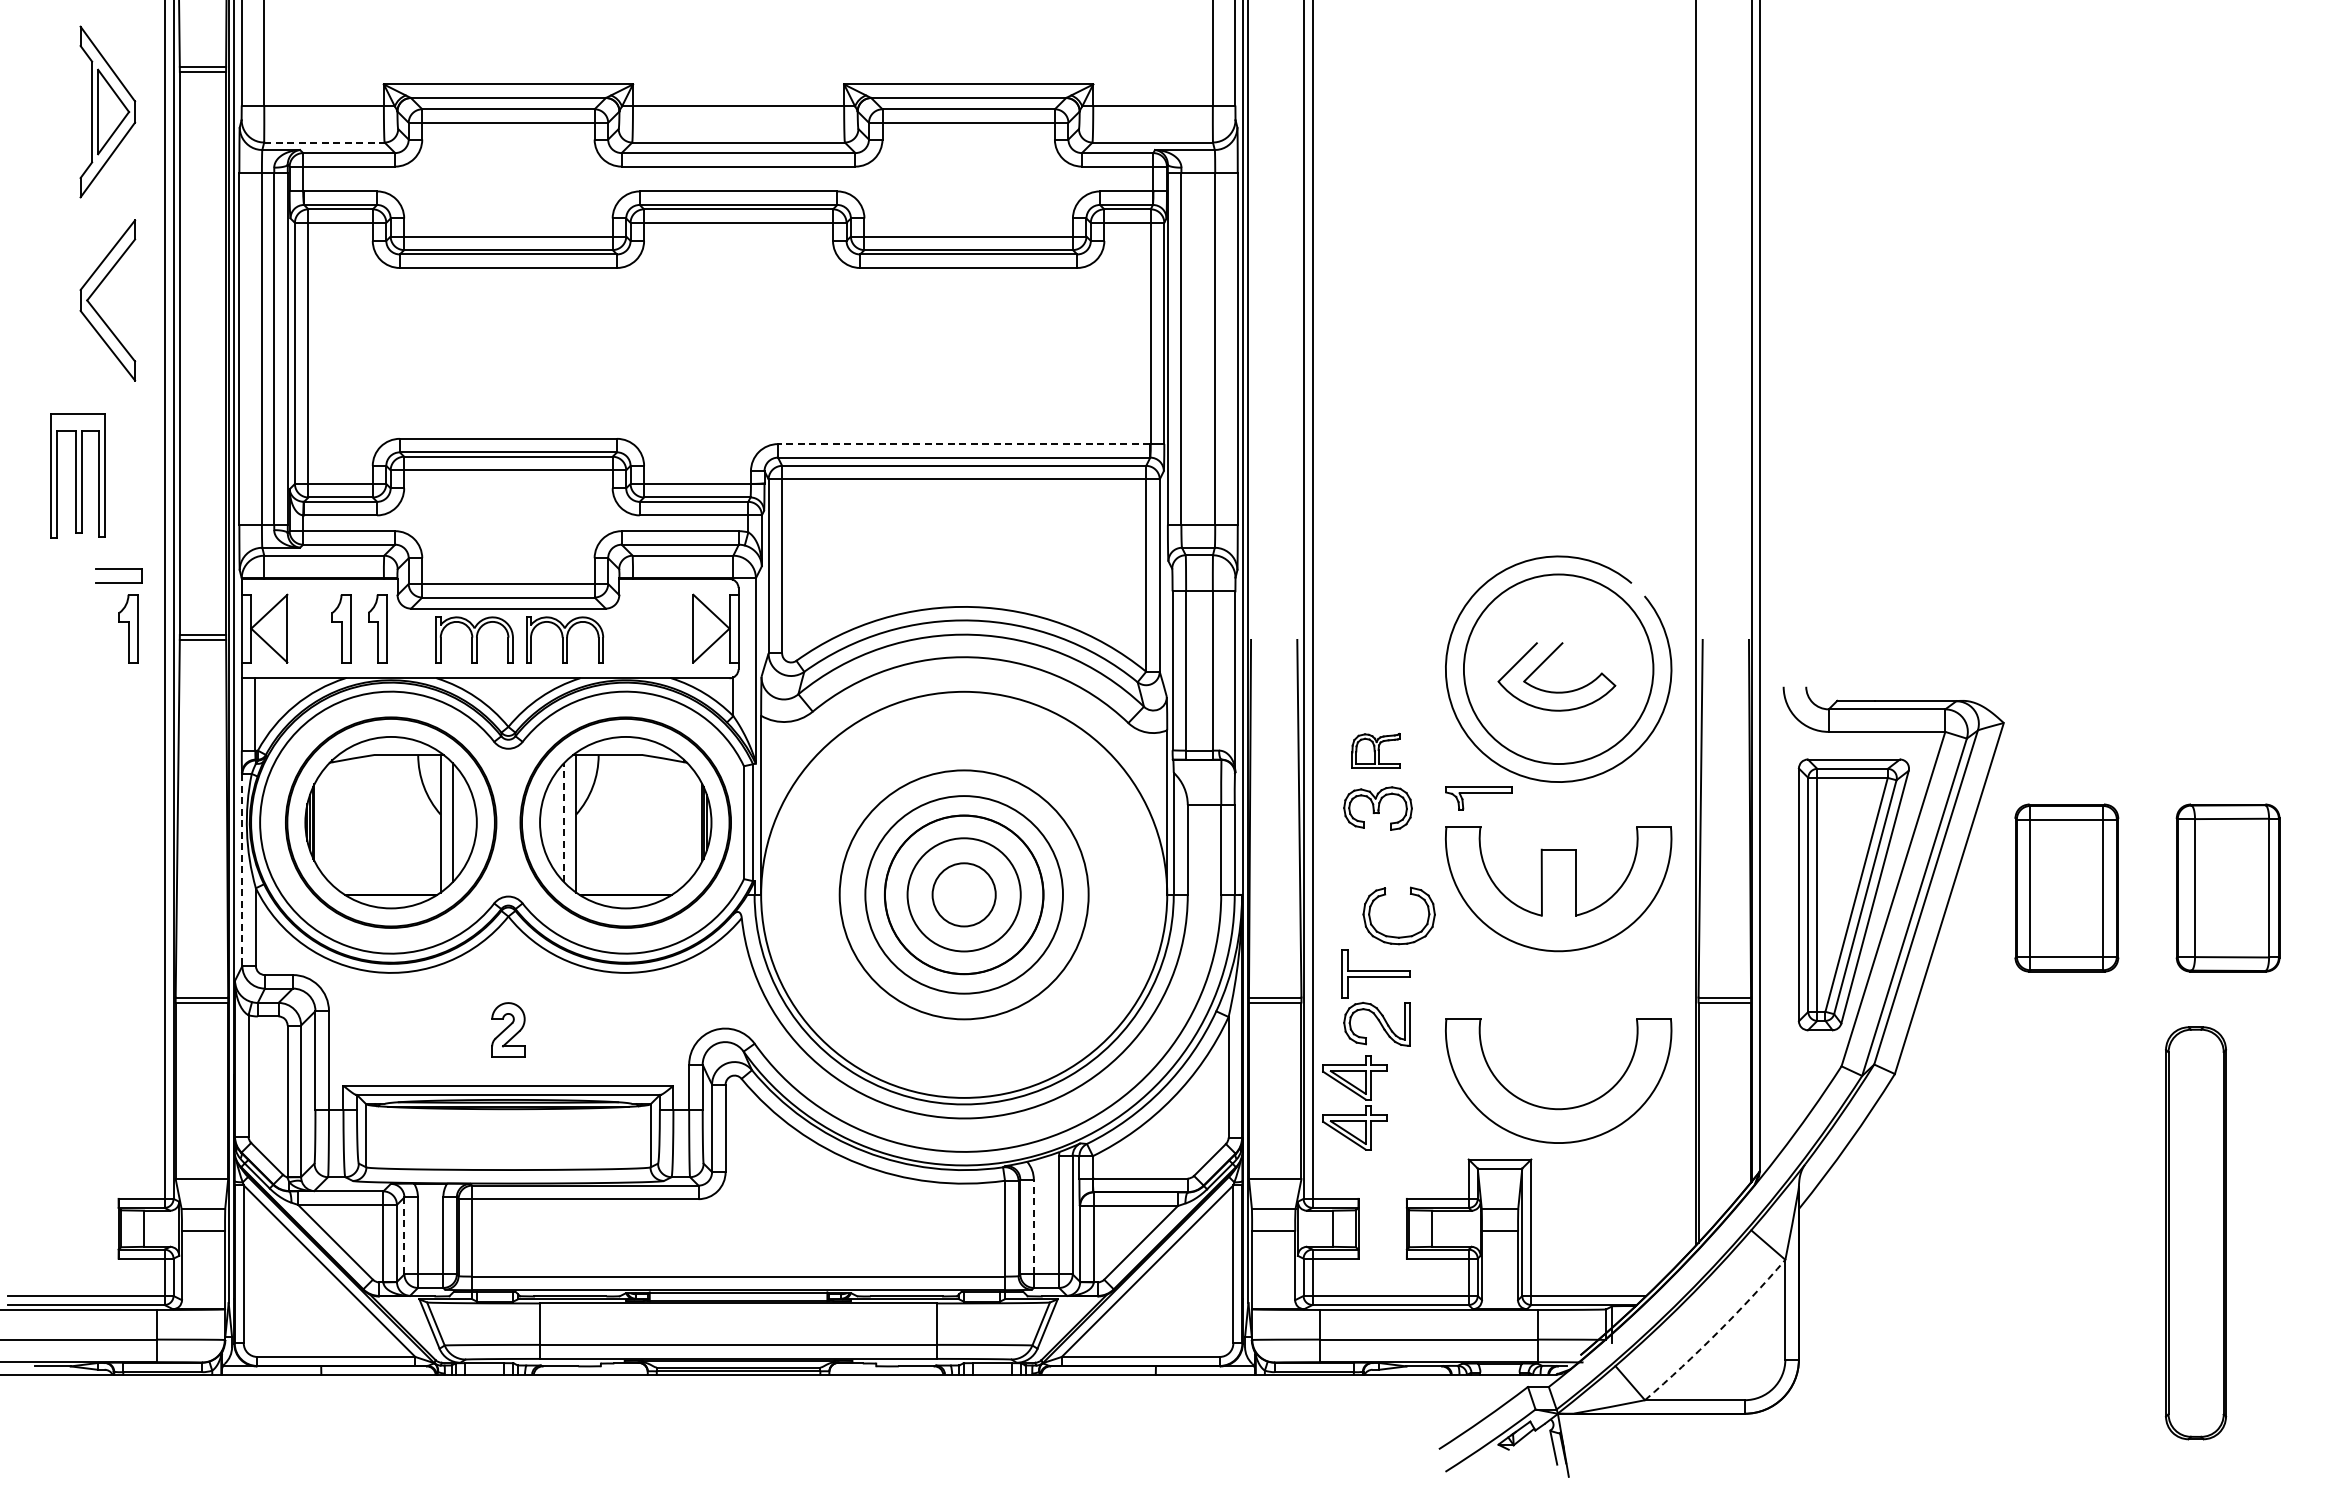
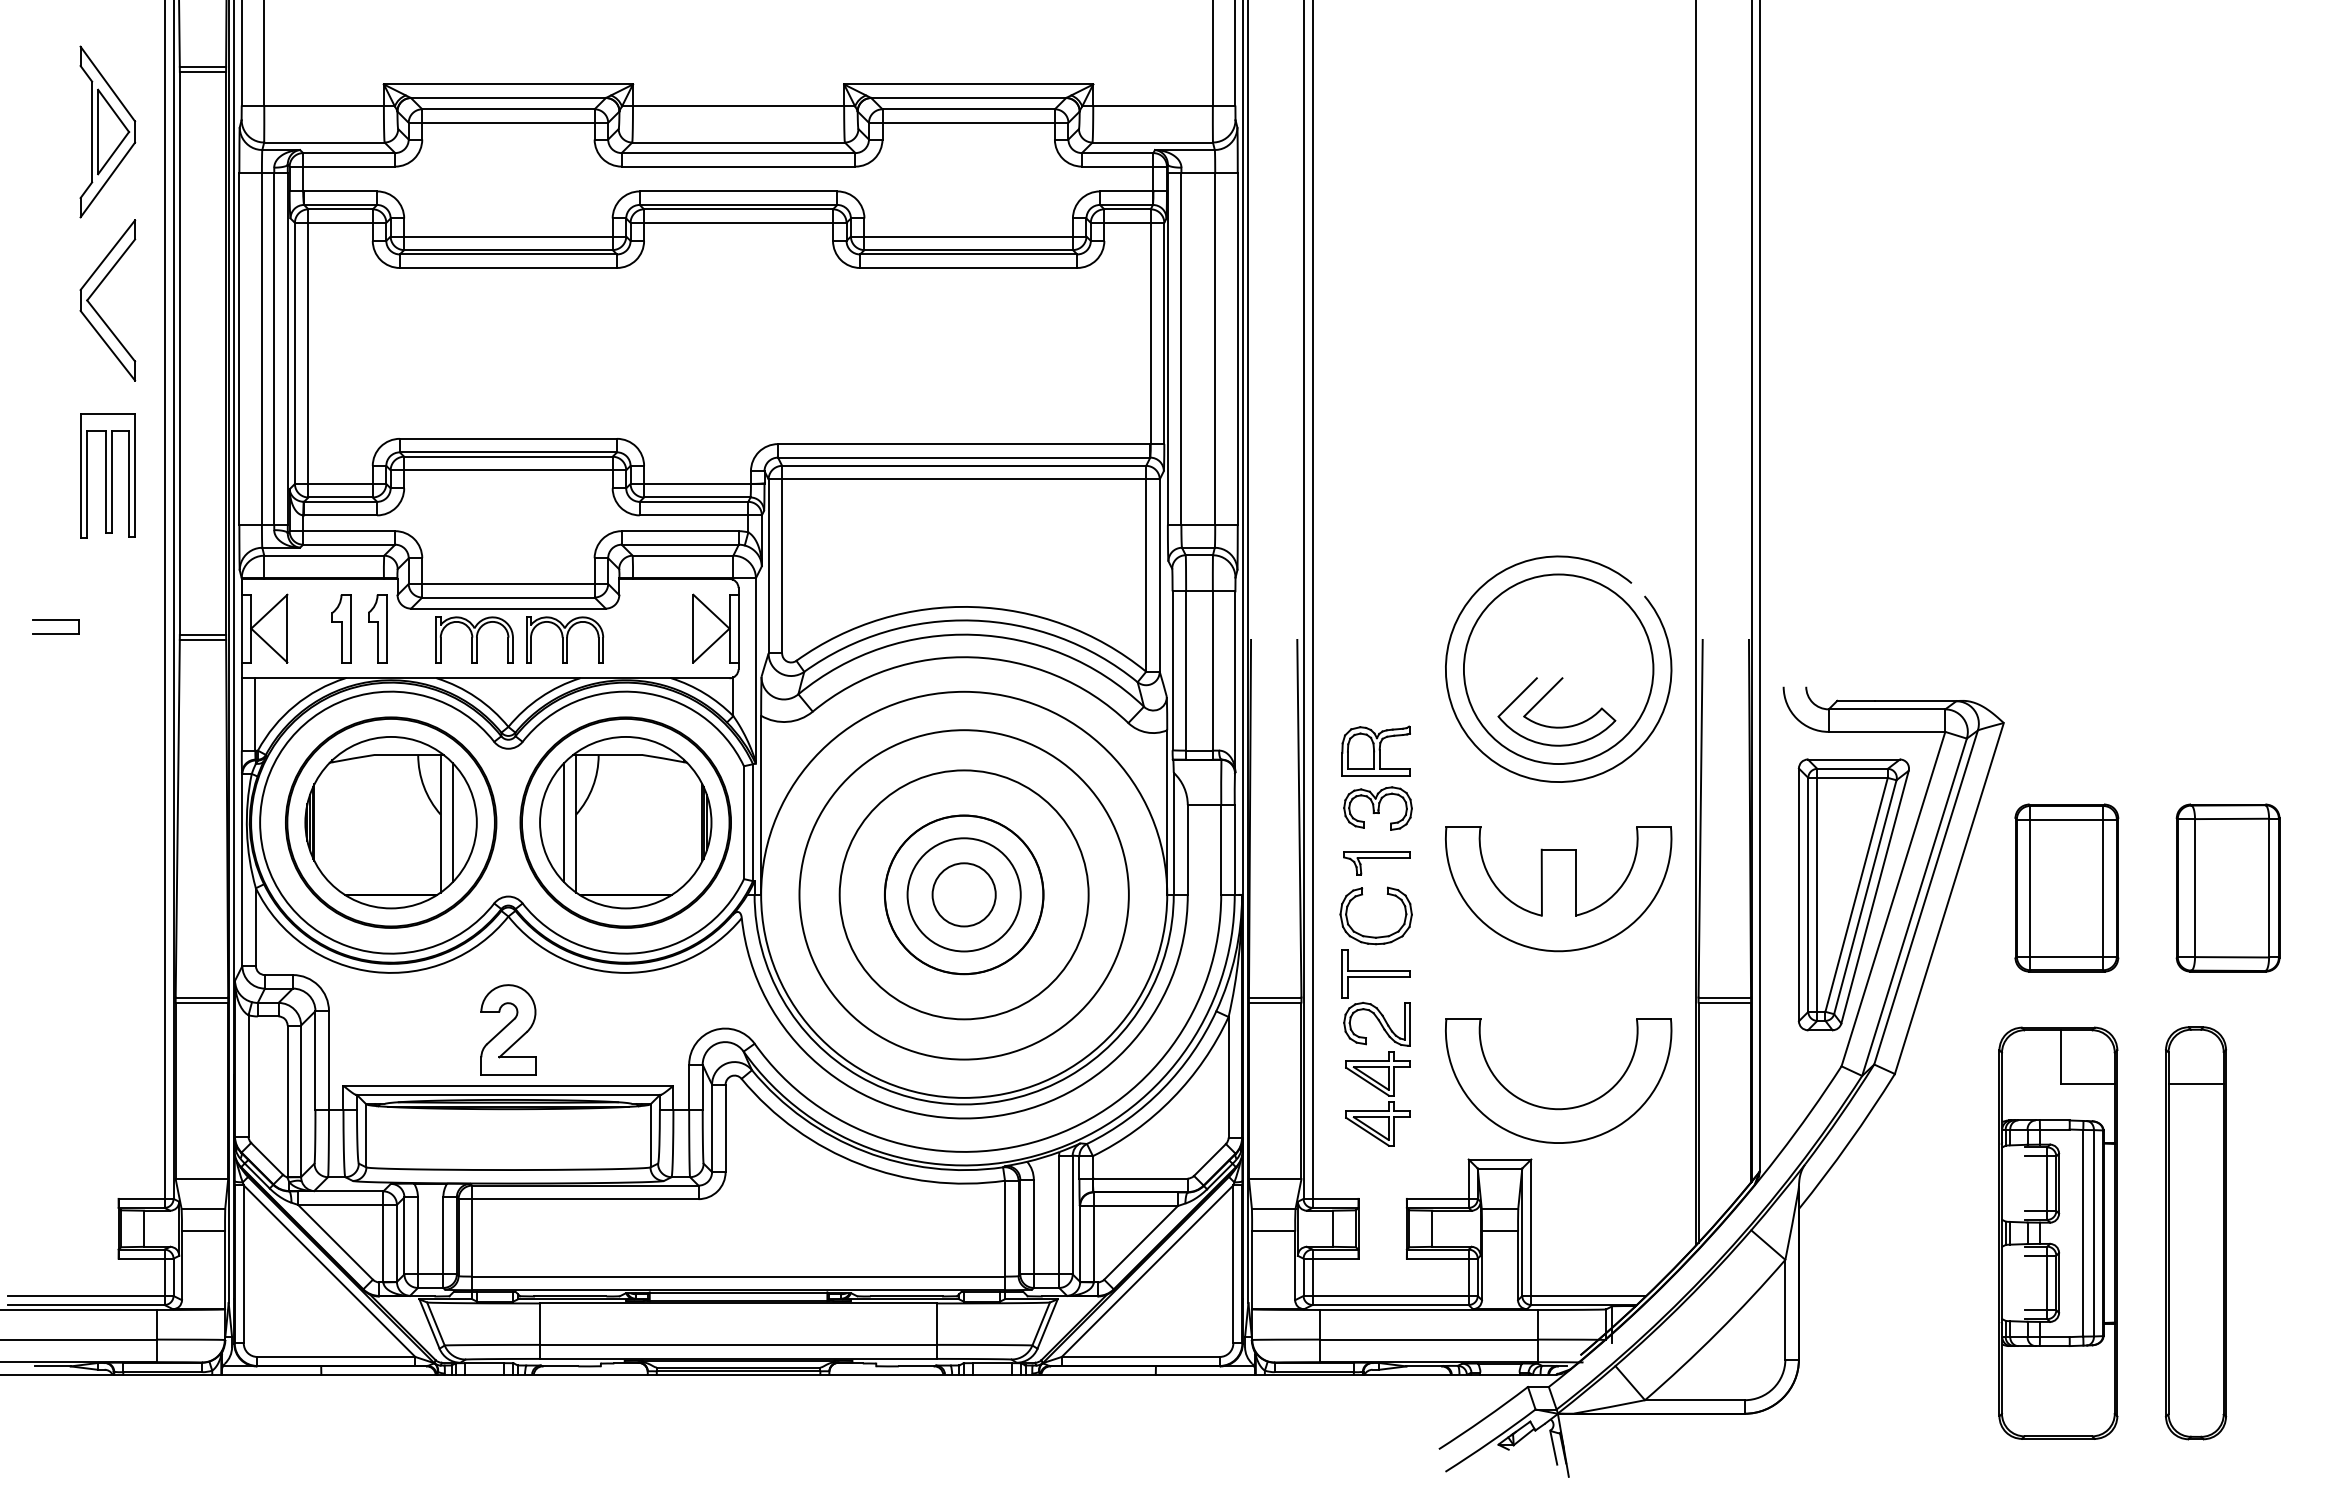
part at (107, 111) position: (107, 111) -> (107, 131)
line at (324, 142): dashed -> solid
line at (963, 444): dashed -> solid
part at (77, 475) position: (77, 475) -> (107, 475)
part at (118, 575) position: (118, 575) -> (55, 626)
part at (128, 628): present -> none
part at (1556, 691) position: (1556, 691) -> (1556, 726)
part at (1375, 750) size: 50x37 px -> 70x52 px
part at (1478, 798) position: (1478, 798) -> (1376, 863)
line at (563, 822): dashed -> solid
line at (242, 870): dashed -> solid
circle at (964, 894) diameter: 198 px -> 329 px
part at (1398, 936) position: (1398, 936) -> (1375, 936)
part at (508, 1029) size: 35x56 px -> 57x92 px
line at (2195, 1084): none -> present
part at (1357, 1095) position: (1357, 1095) -> (1380, 1091)
line at (1033, 1226): dashed -> solid
part at (2058, 1232): none -> present
line at (404, 1236): dashed -> solid
arc at (1717, 1332): dashed -> solid
